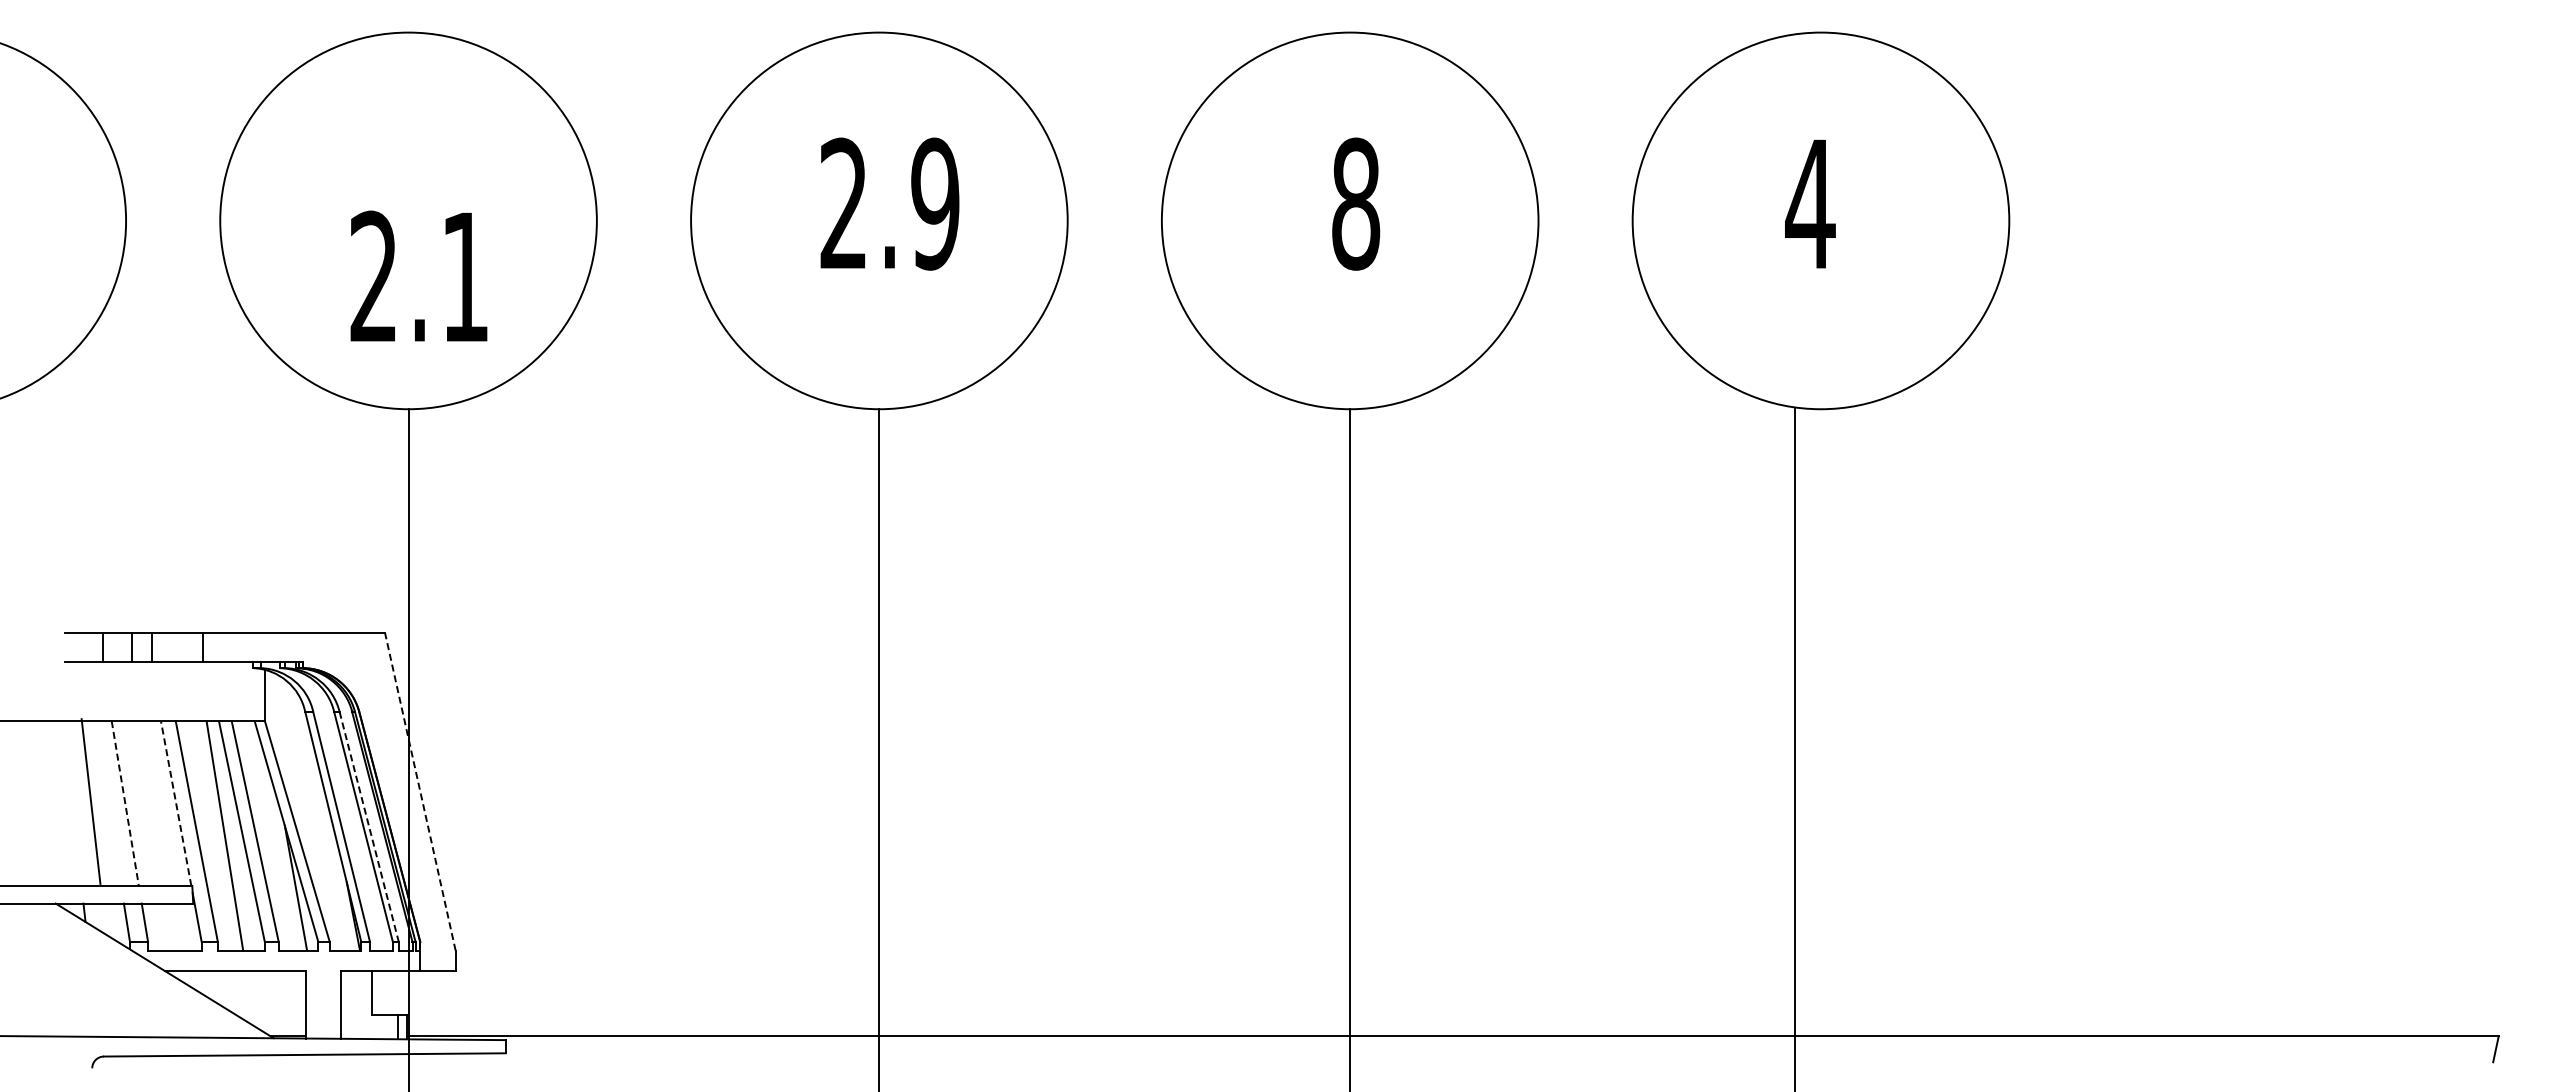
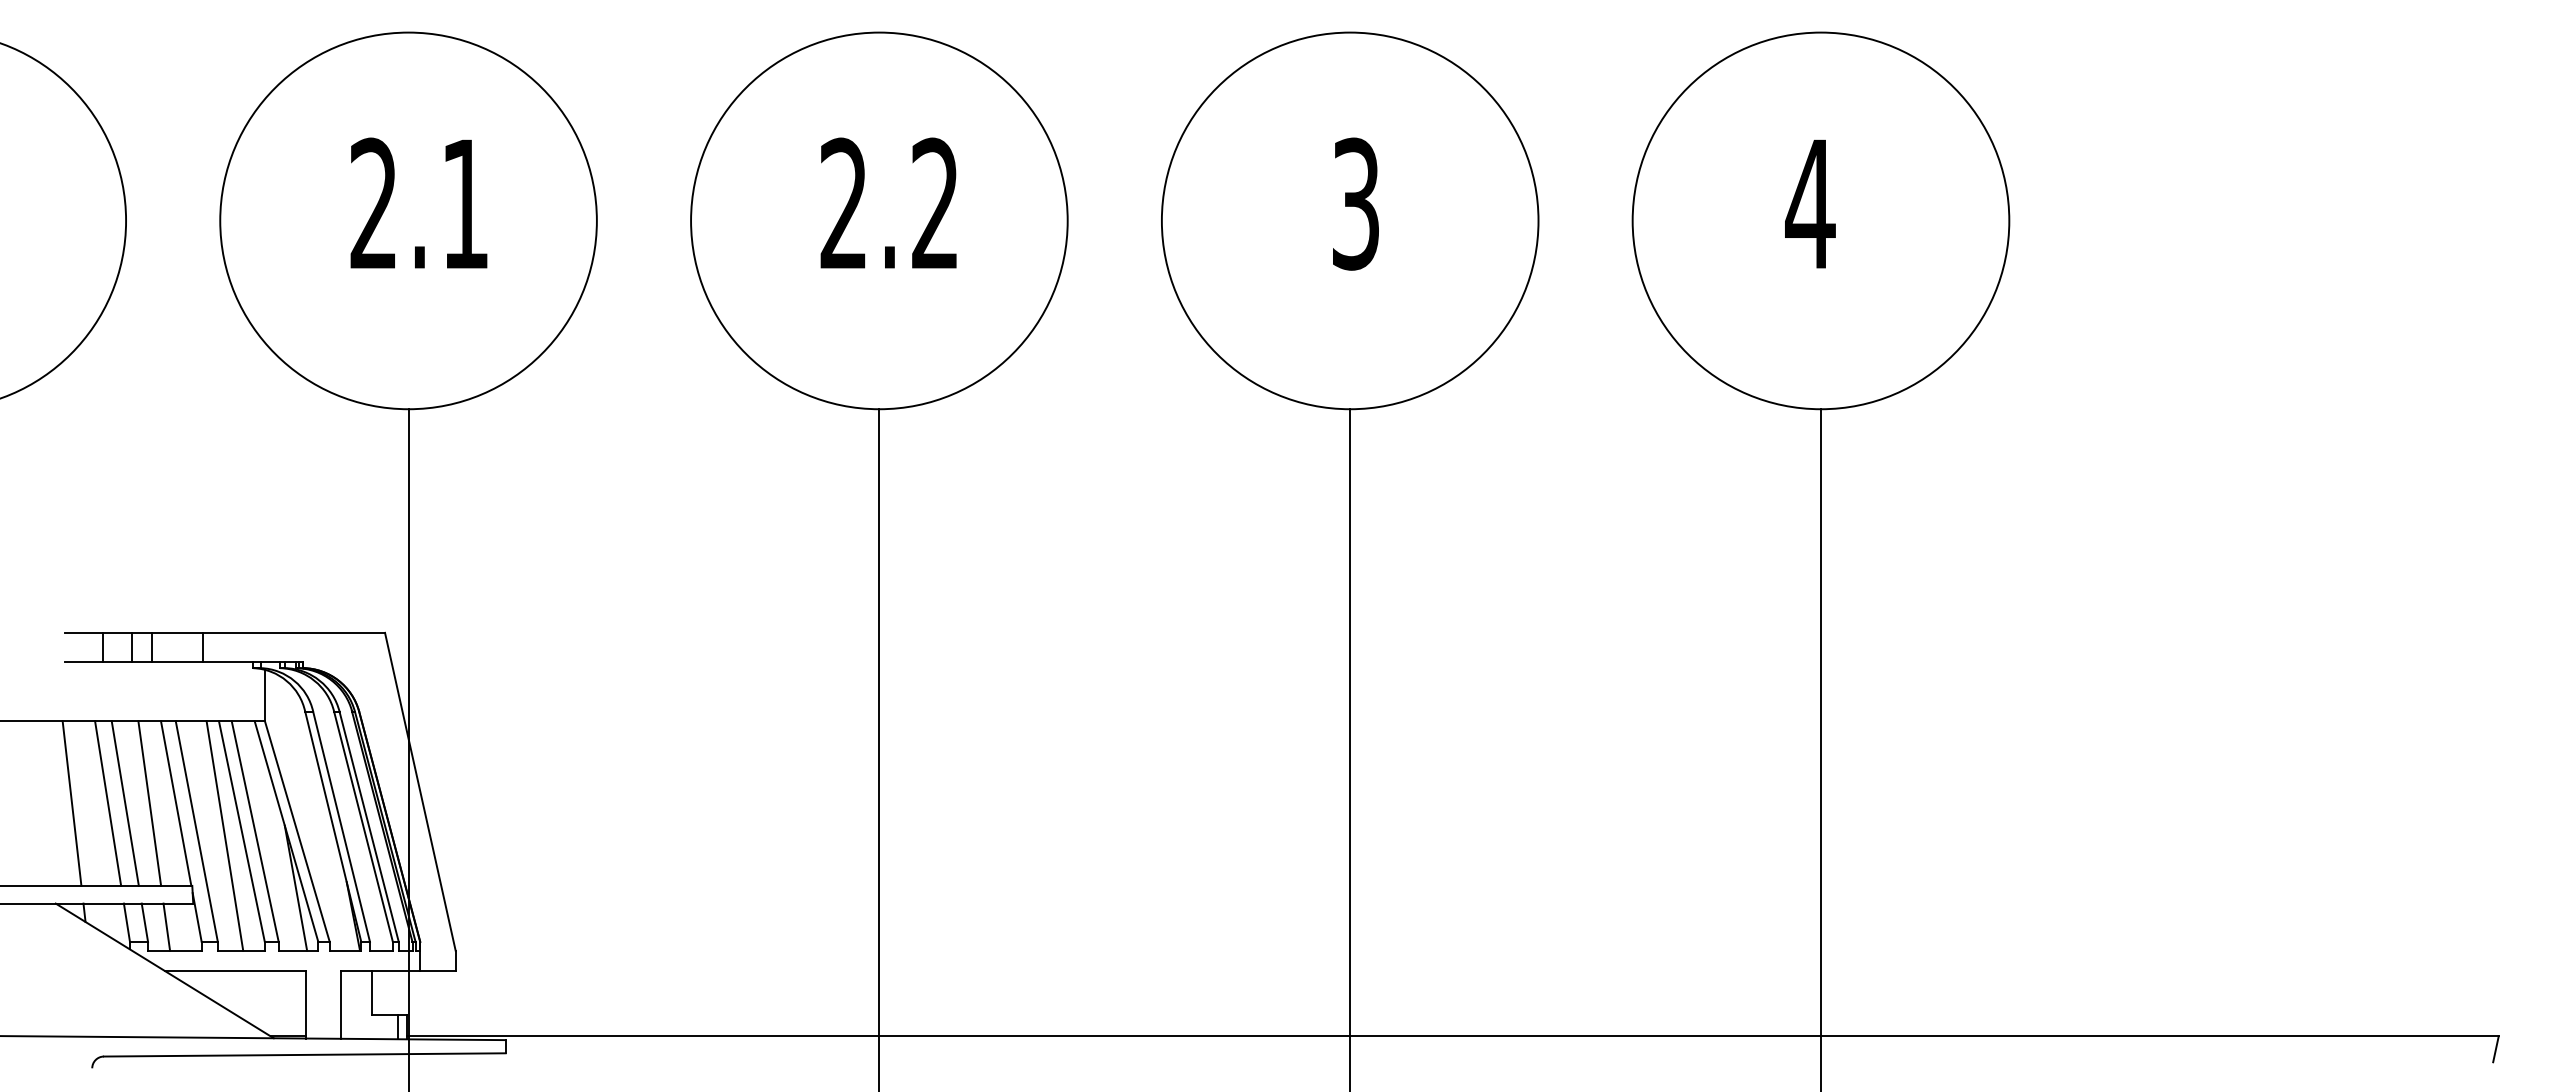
text at (935, 203): 2.9 -> 2.2
text at (1356, 203): 8 -> 3
text at (418, 275) position: (418, 275) -> (418, 202)
line at (1794, 748) position: (1794, 748) -> (1820, 748)
line at (420, 791): dashed -> solid
line at (90, 801) position: (90, 801) -> (71, 803)
line at (108, 803): none -> present
line at (149, 803): none -> present
line at (176, 803): dashed -> solid
line at (125, 804): dashed -> solid
line at (369, 826): dashed -> solid
line at (166, 926): none -> present
